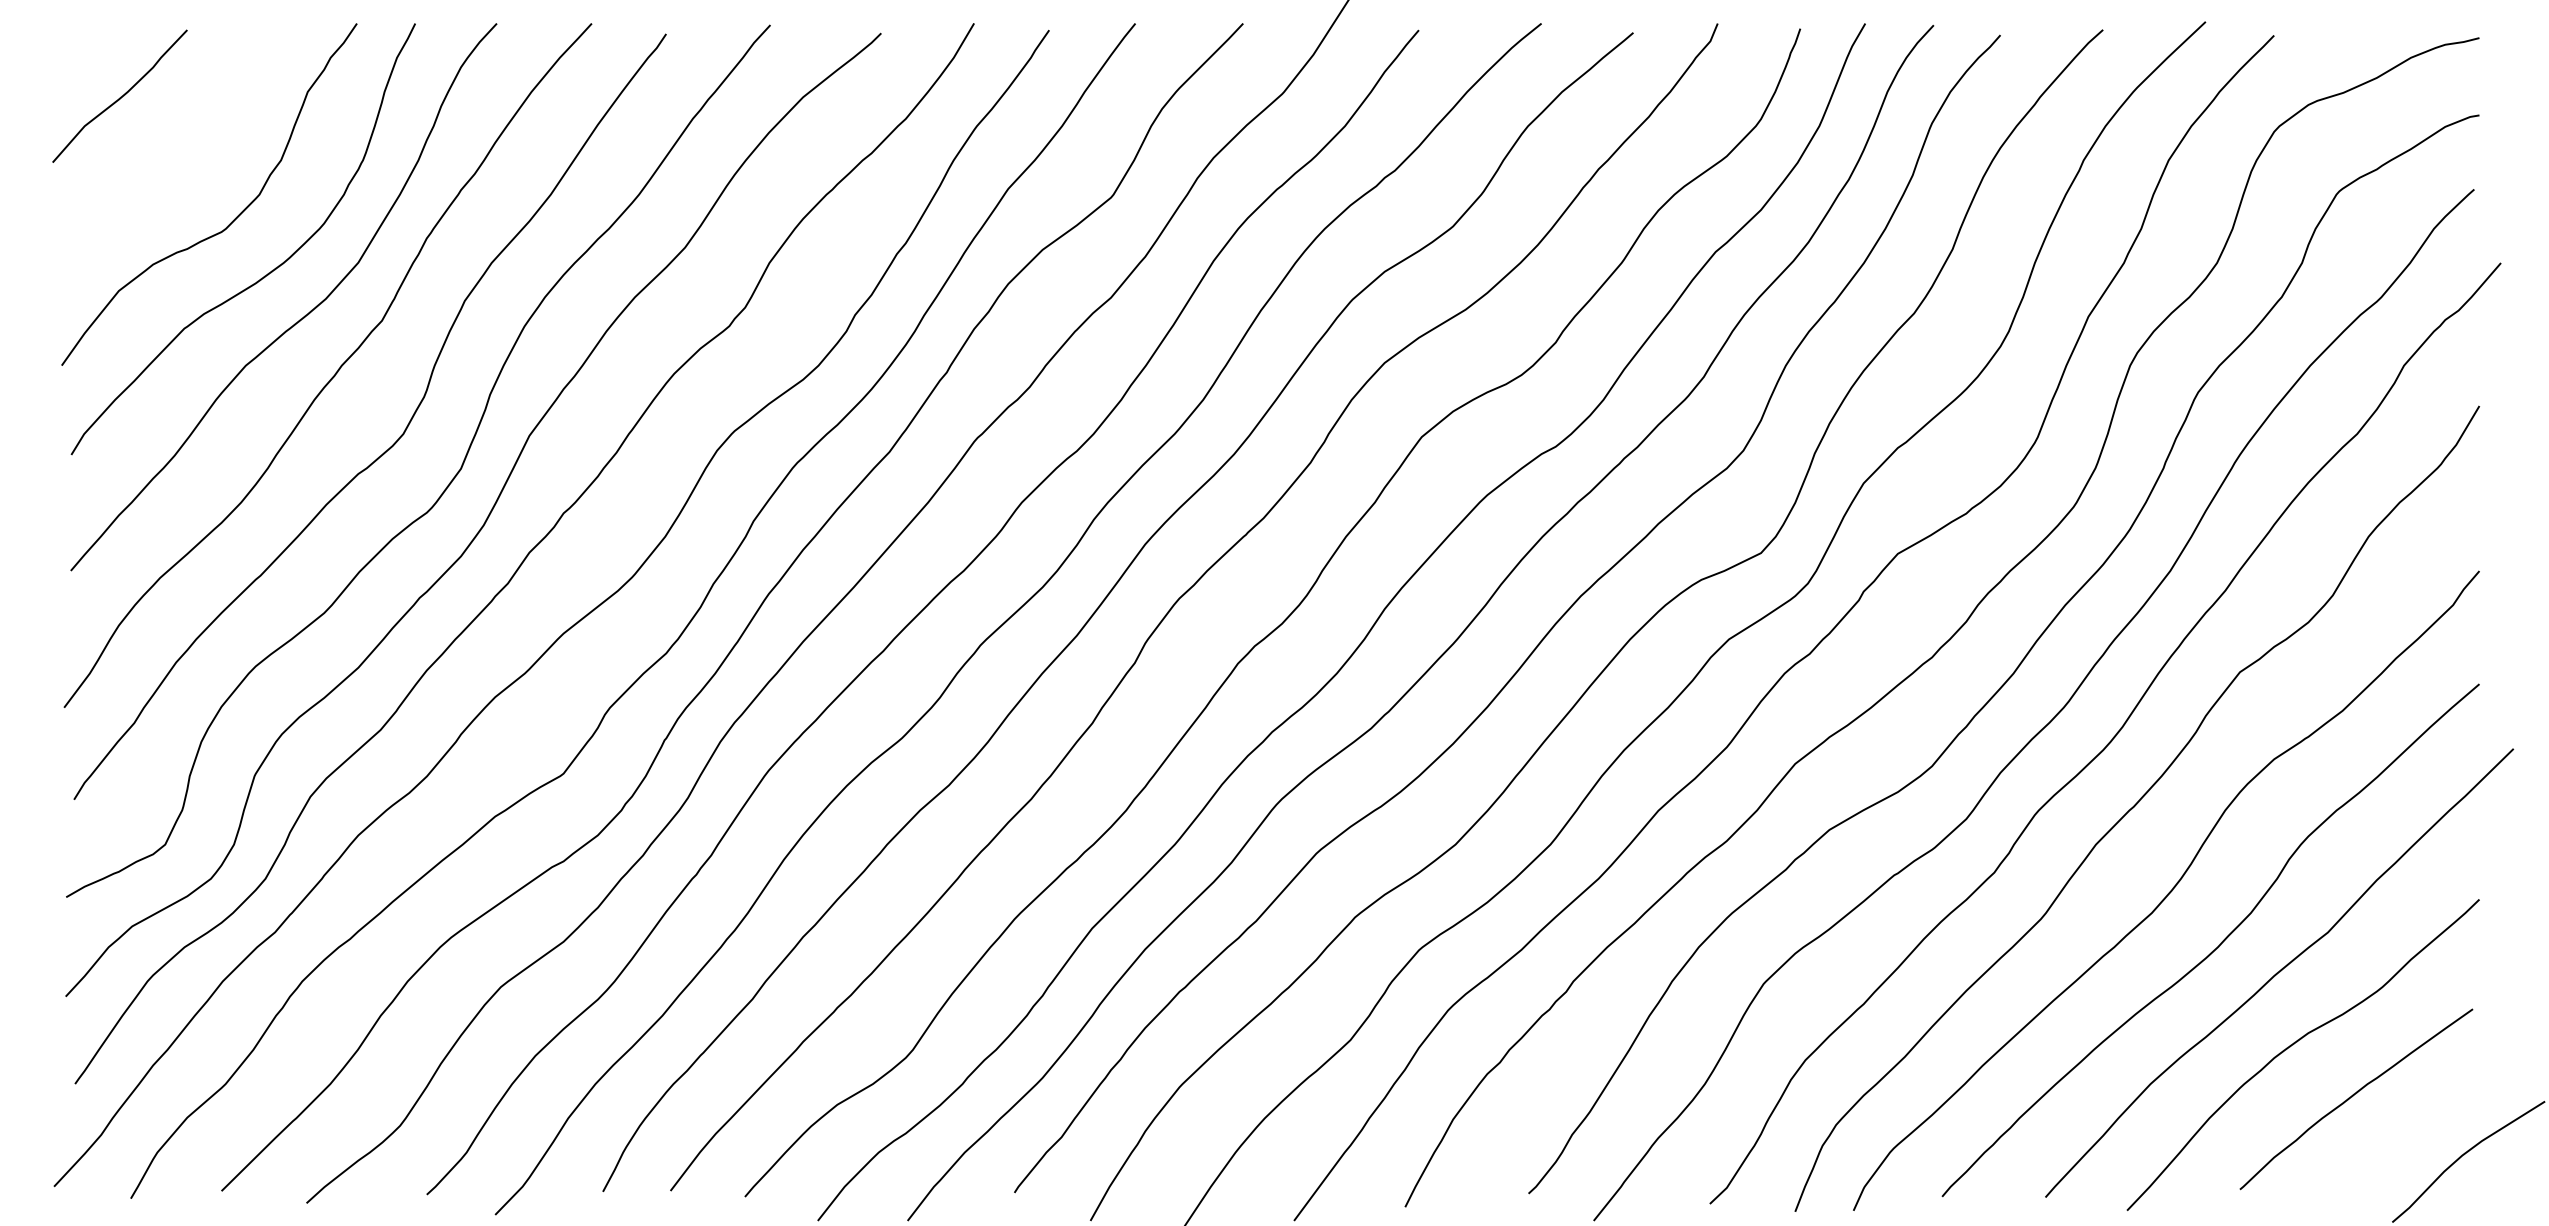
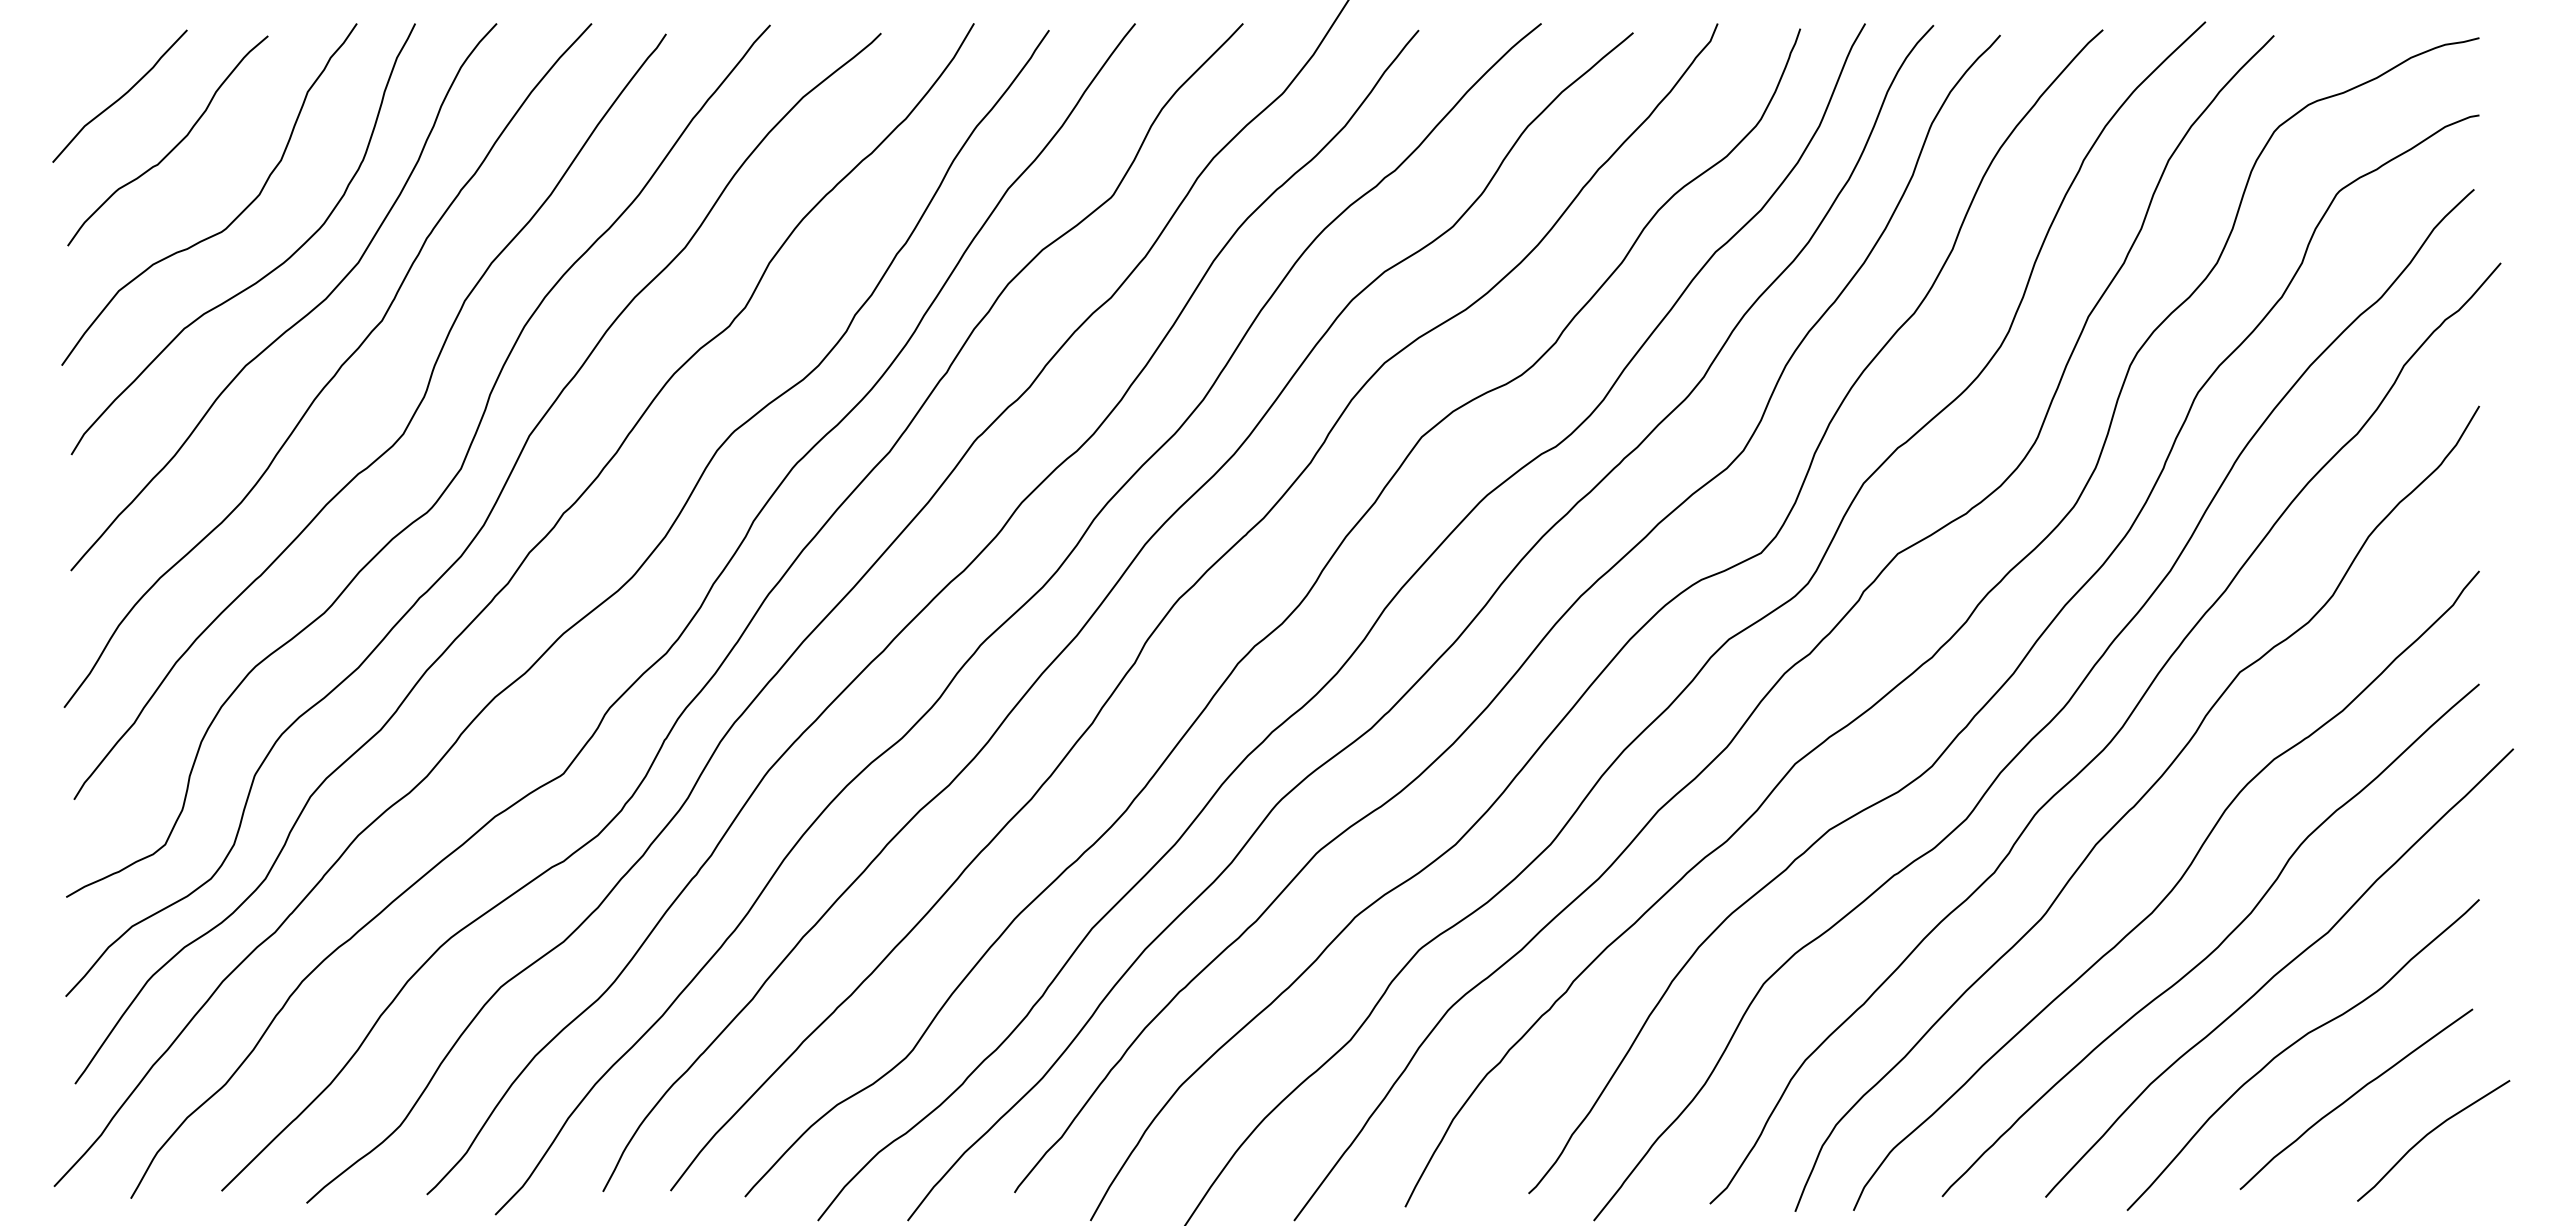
curve at (174, 146): none -> present
curve at (2464, 1155) position: (2464, 1155) -> (2429, 1134)
